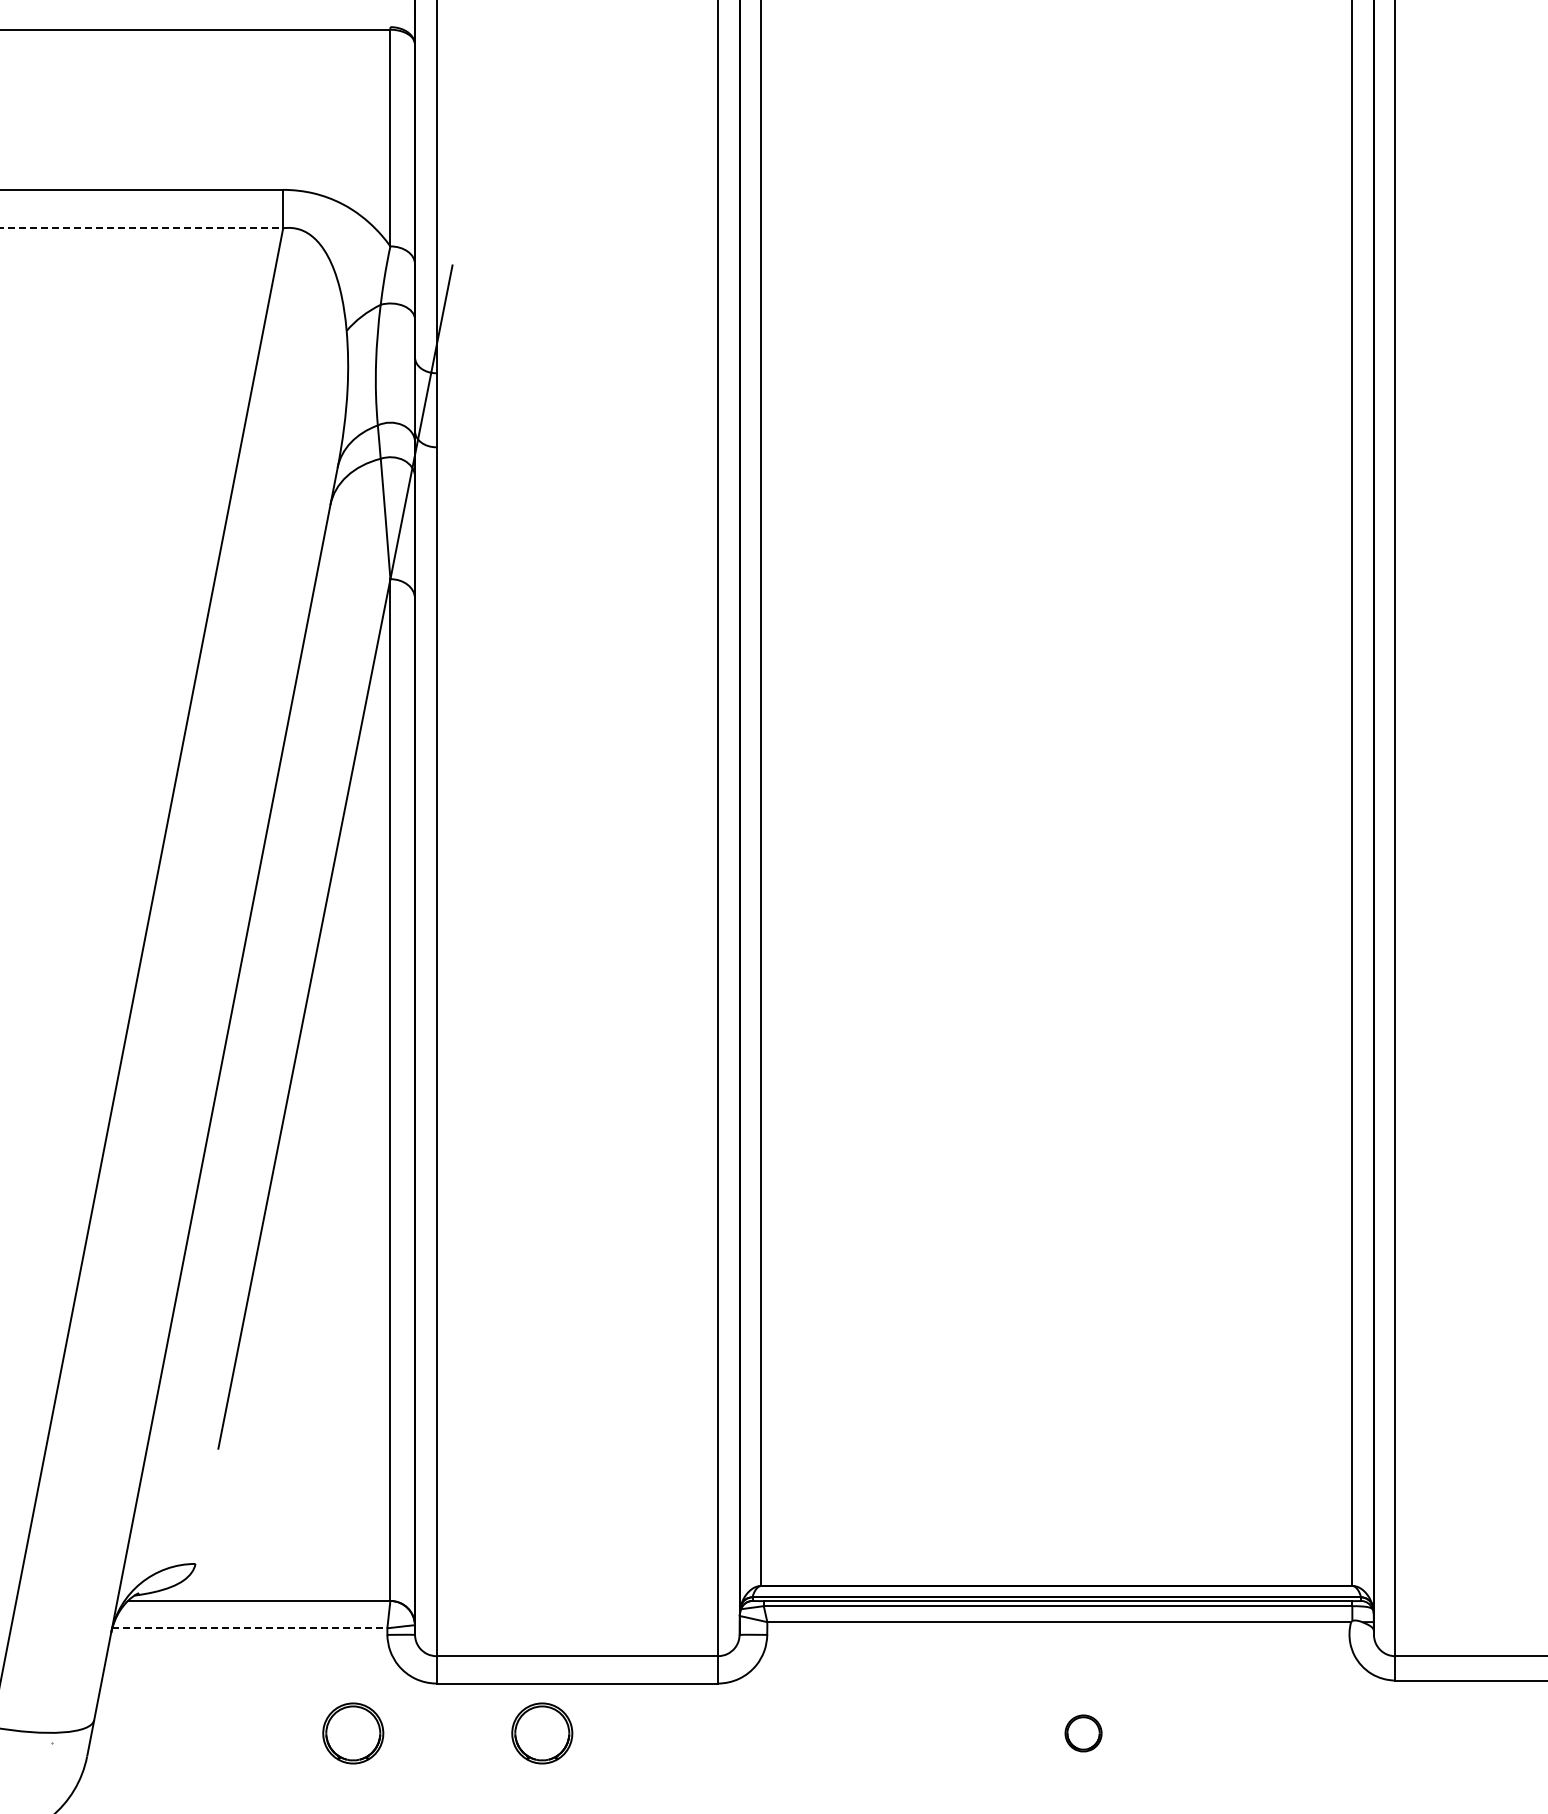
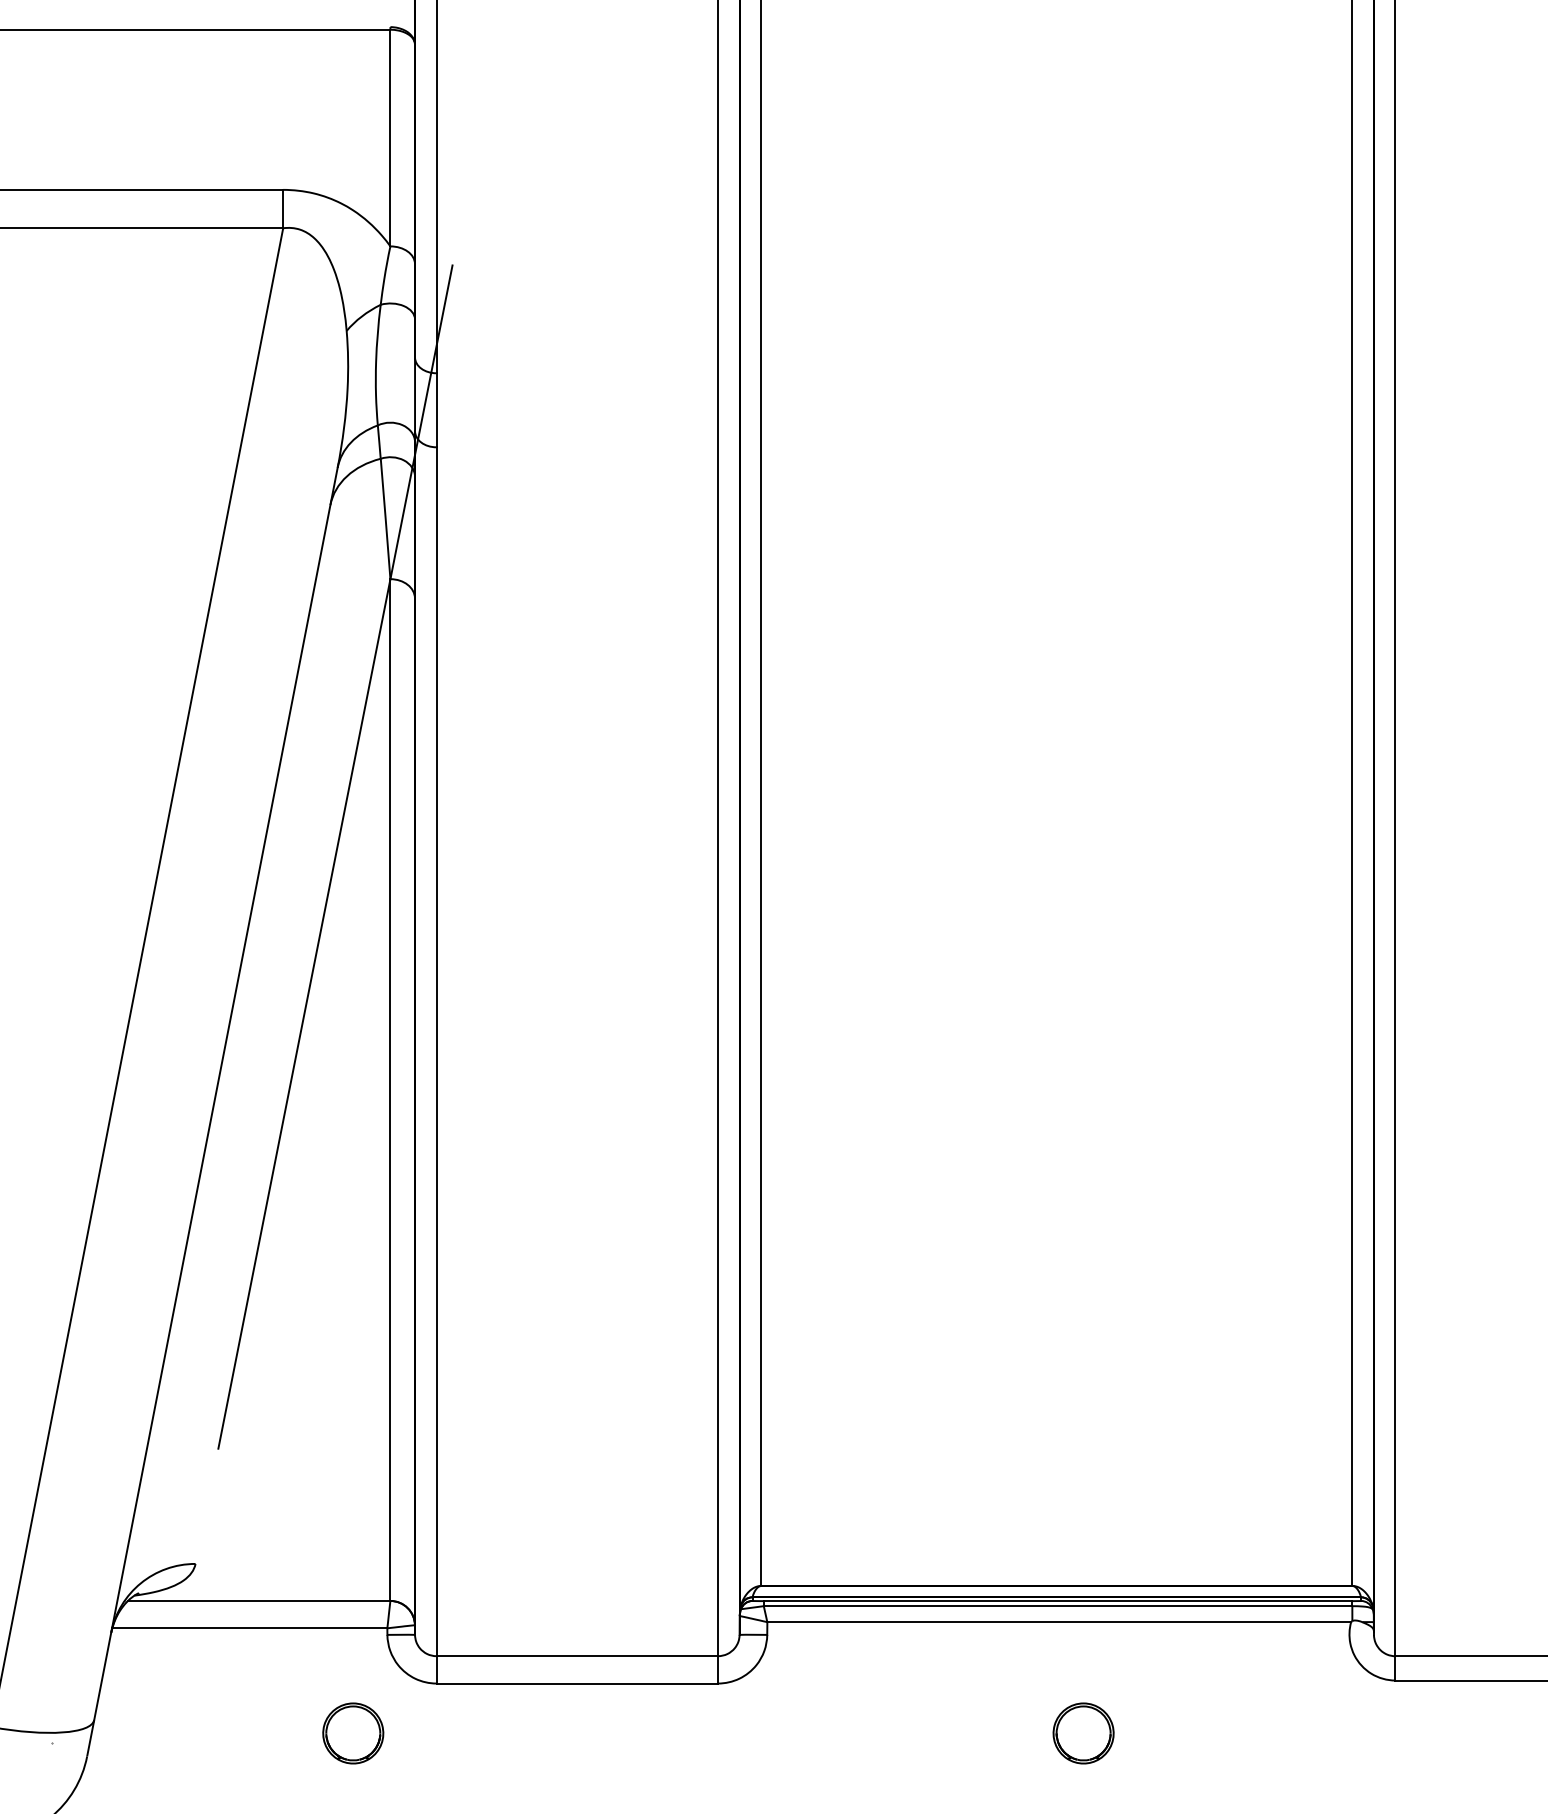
line at (142, 228): dashed -> solid
line at (249, 1628): dashed -> solid
part at (542, 1733): present -> none
part at (1083, 1733) size: 39x39 px -> 63x63 px
